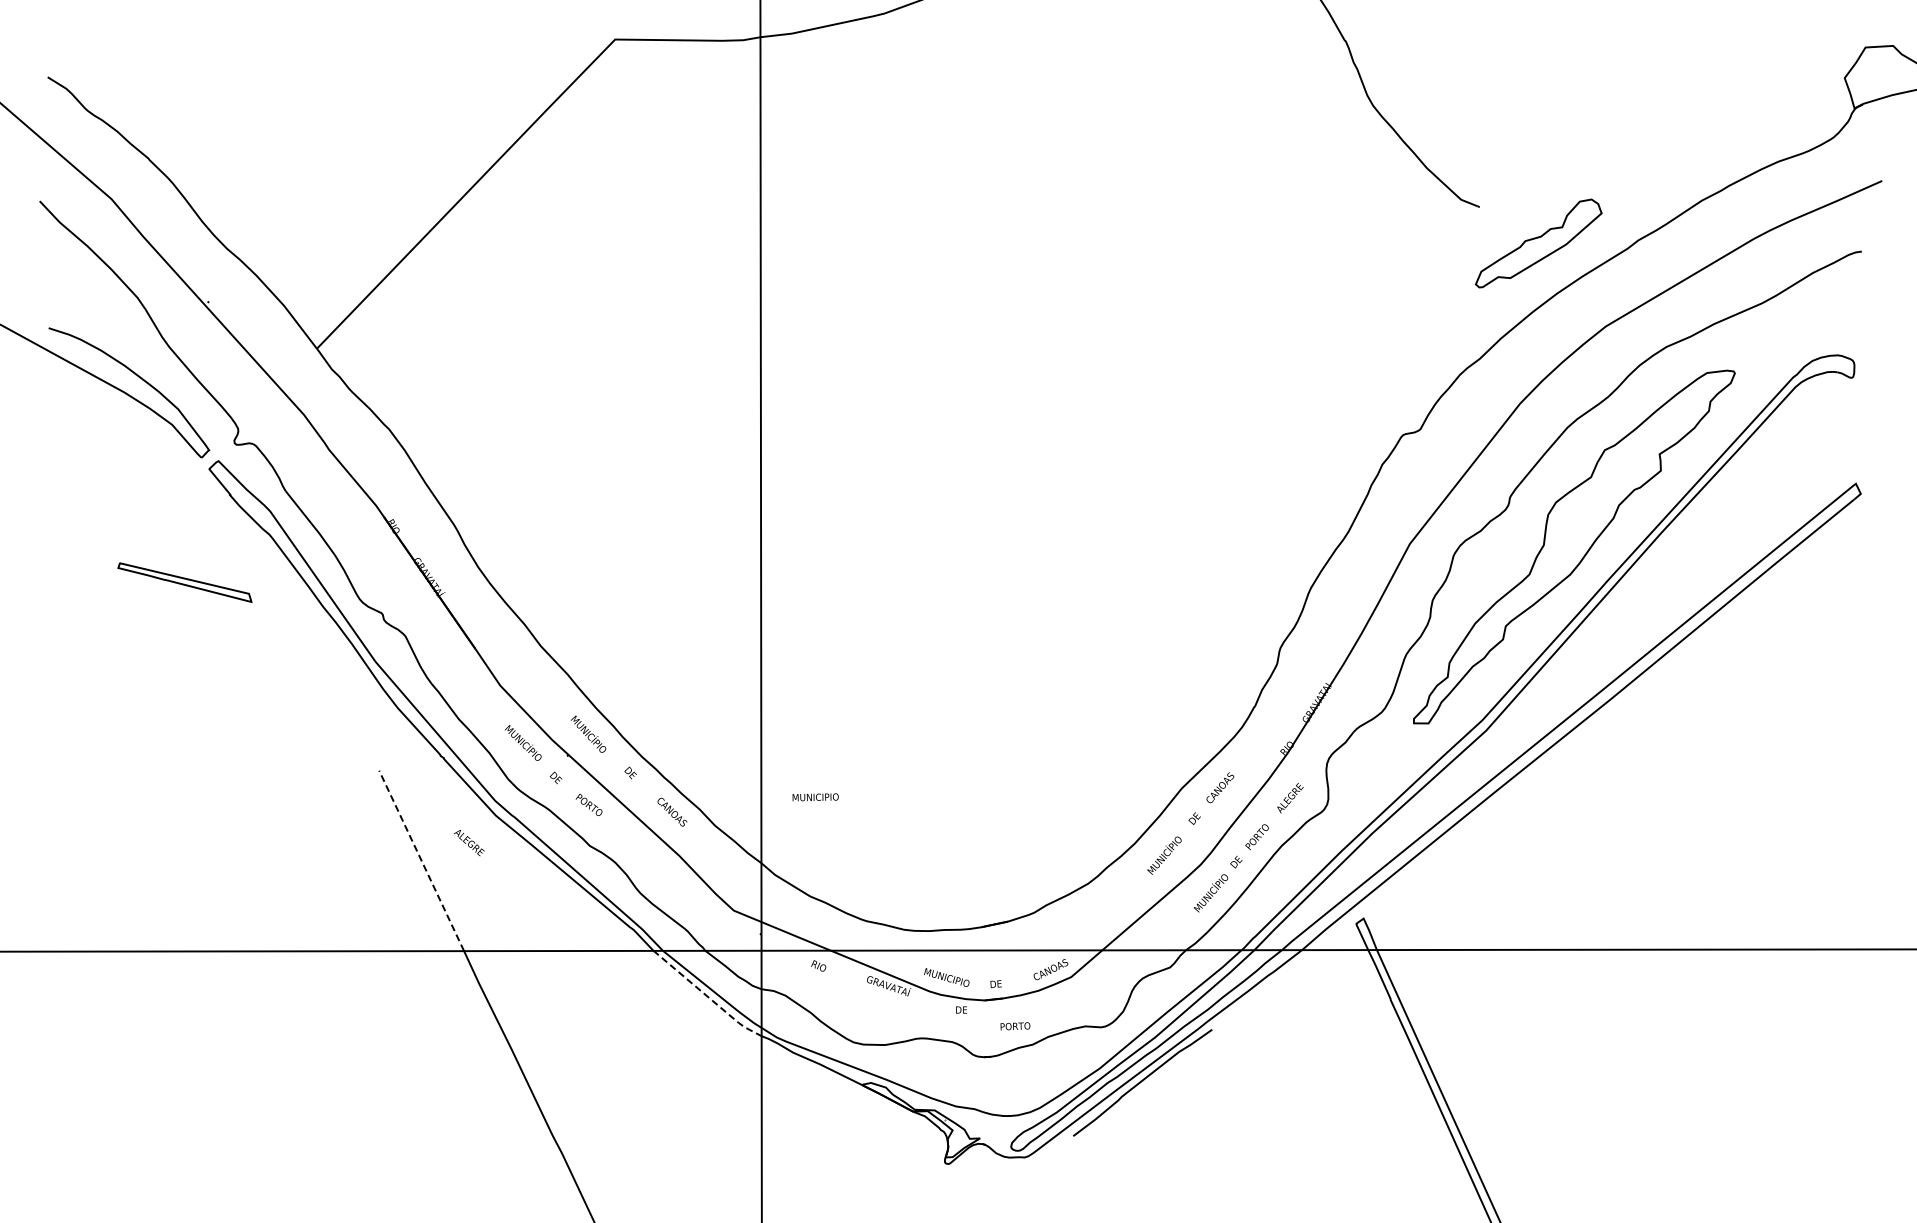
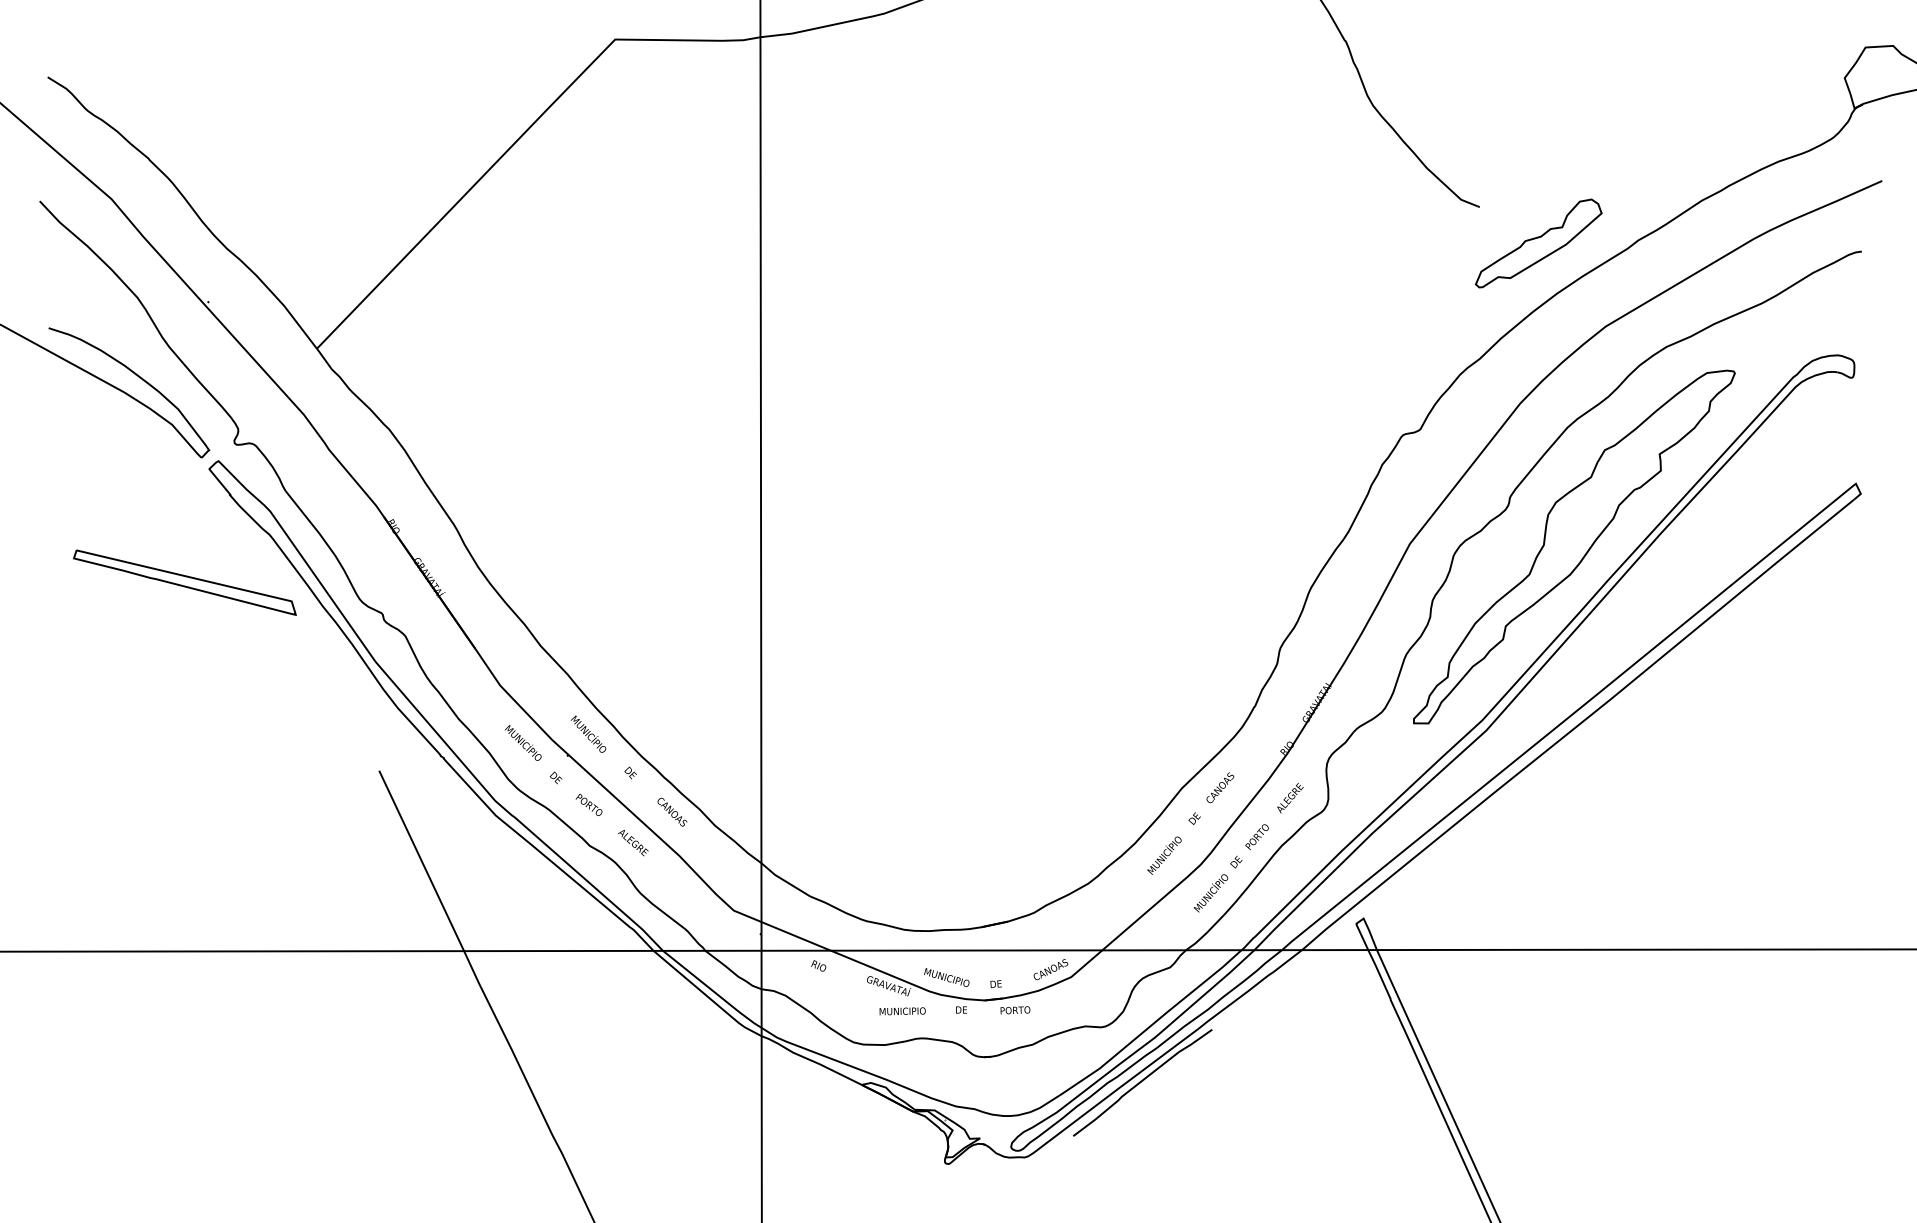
part at (184, 582) size: 136x41 px -> 224x67 px
text at (815, 797) position: (815, 797) -> (902, 1011)
text at (469, 843) position: (469, 843) -> (633, 843)
line at (421, 860): dashed -> solid
line at (707, 996): dashed -> solid
text at (1015, 1026) position: (1015, 1026) -> (1015, 1010)
